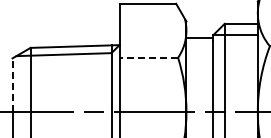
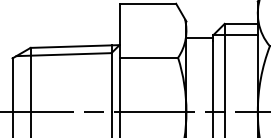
line at (148, 57): dashed -> solid
line at (12, 85): dashed -> solid
